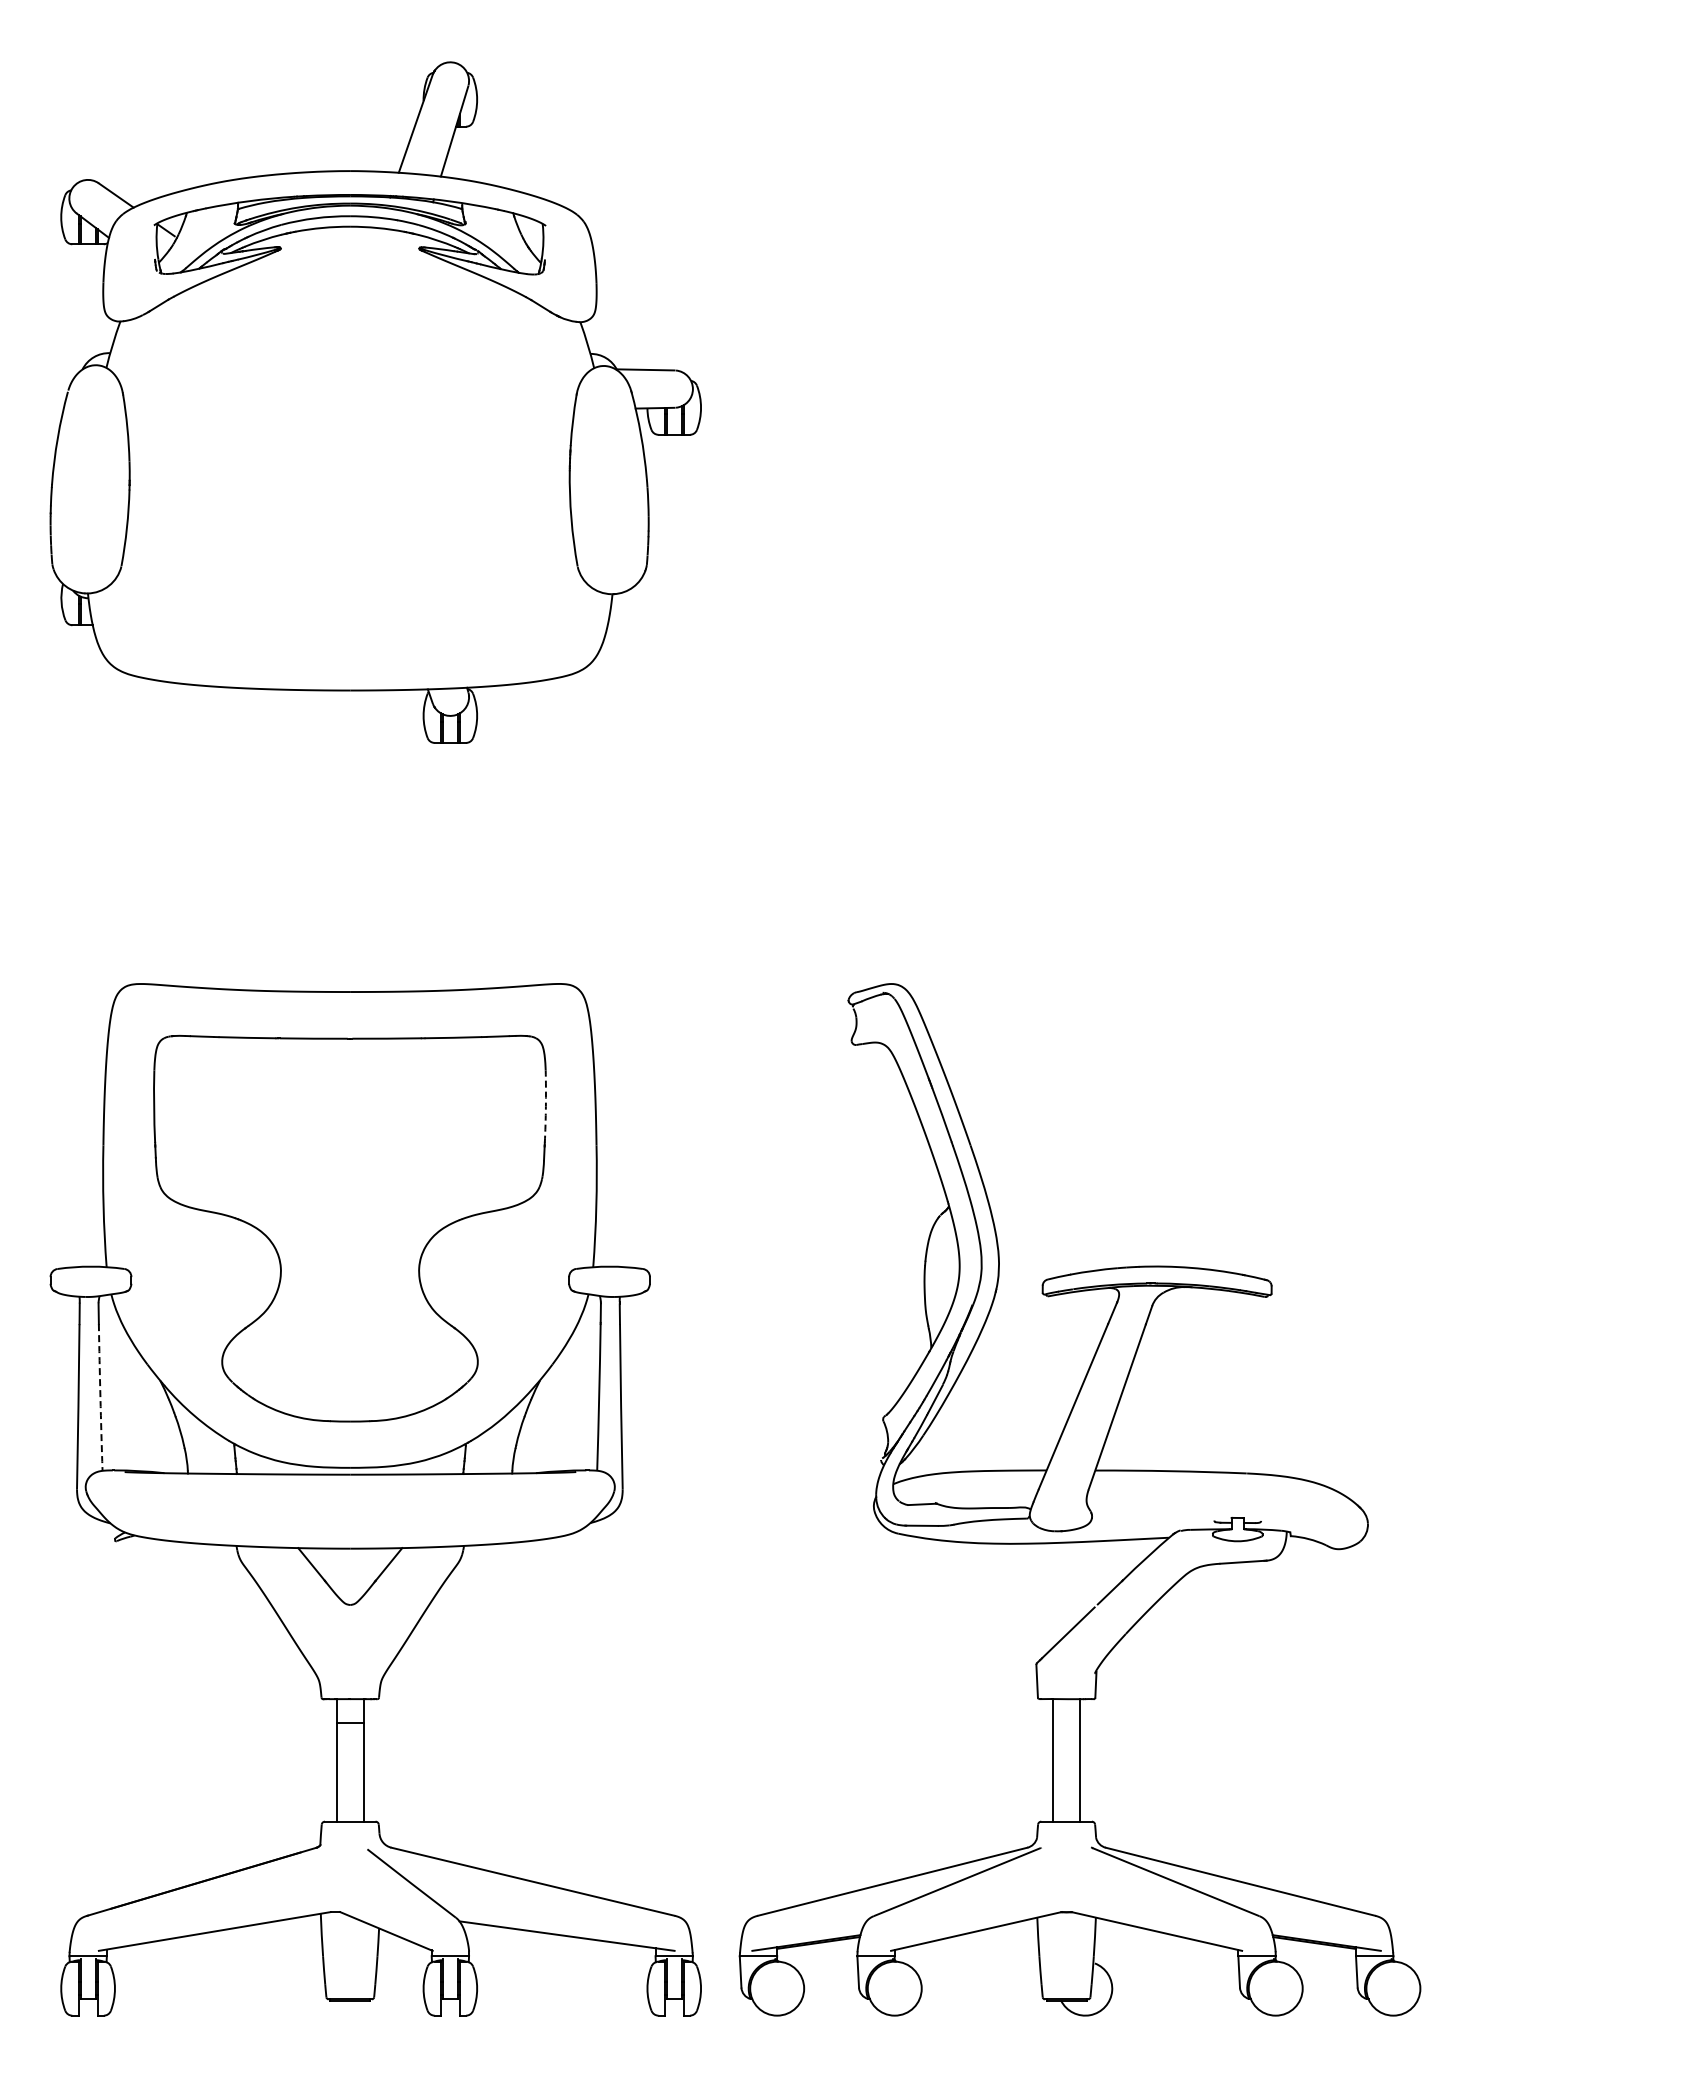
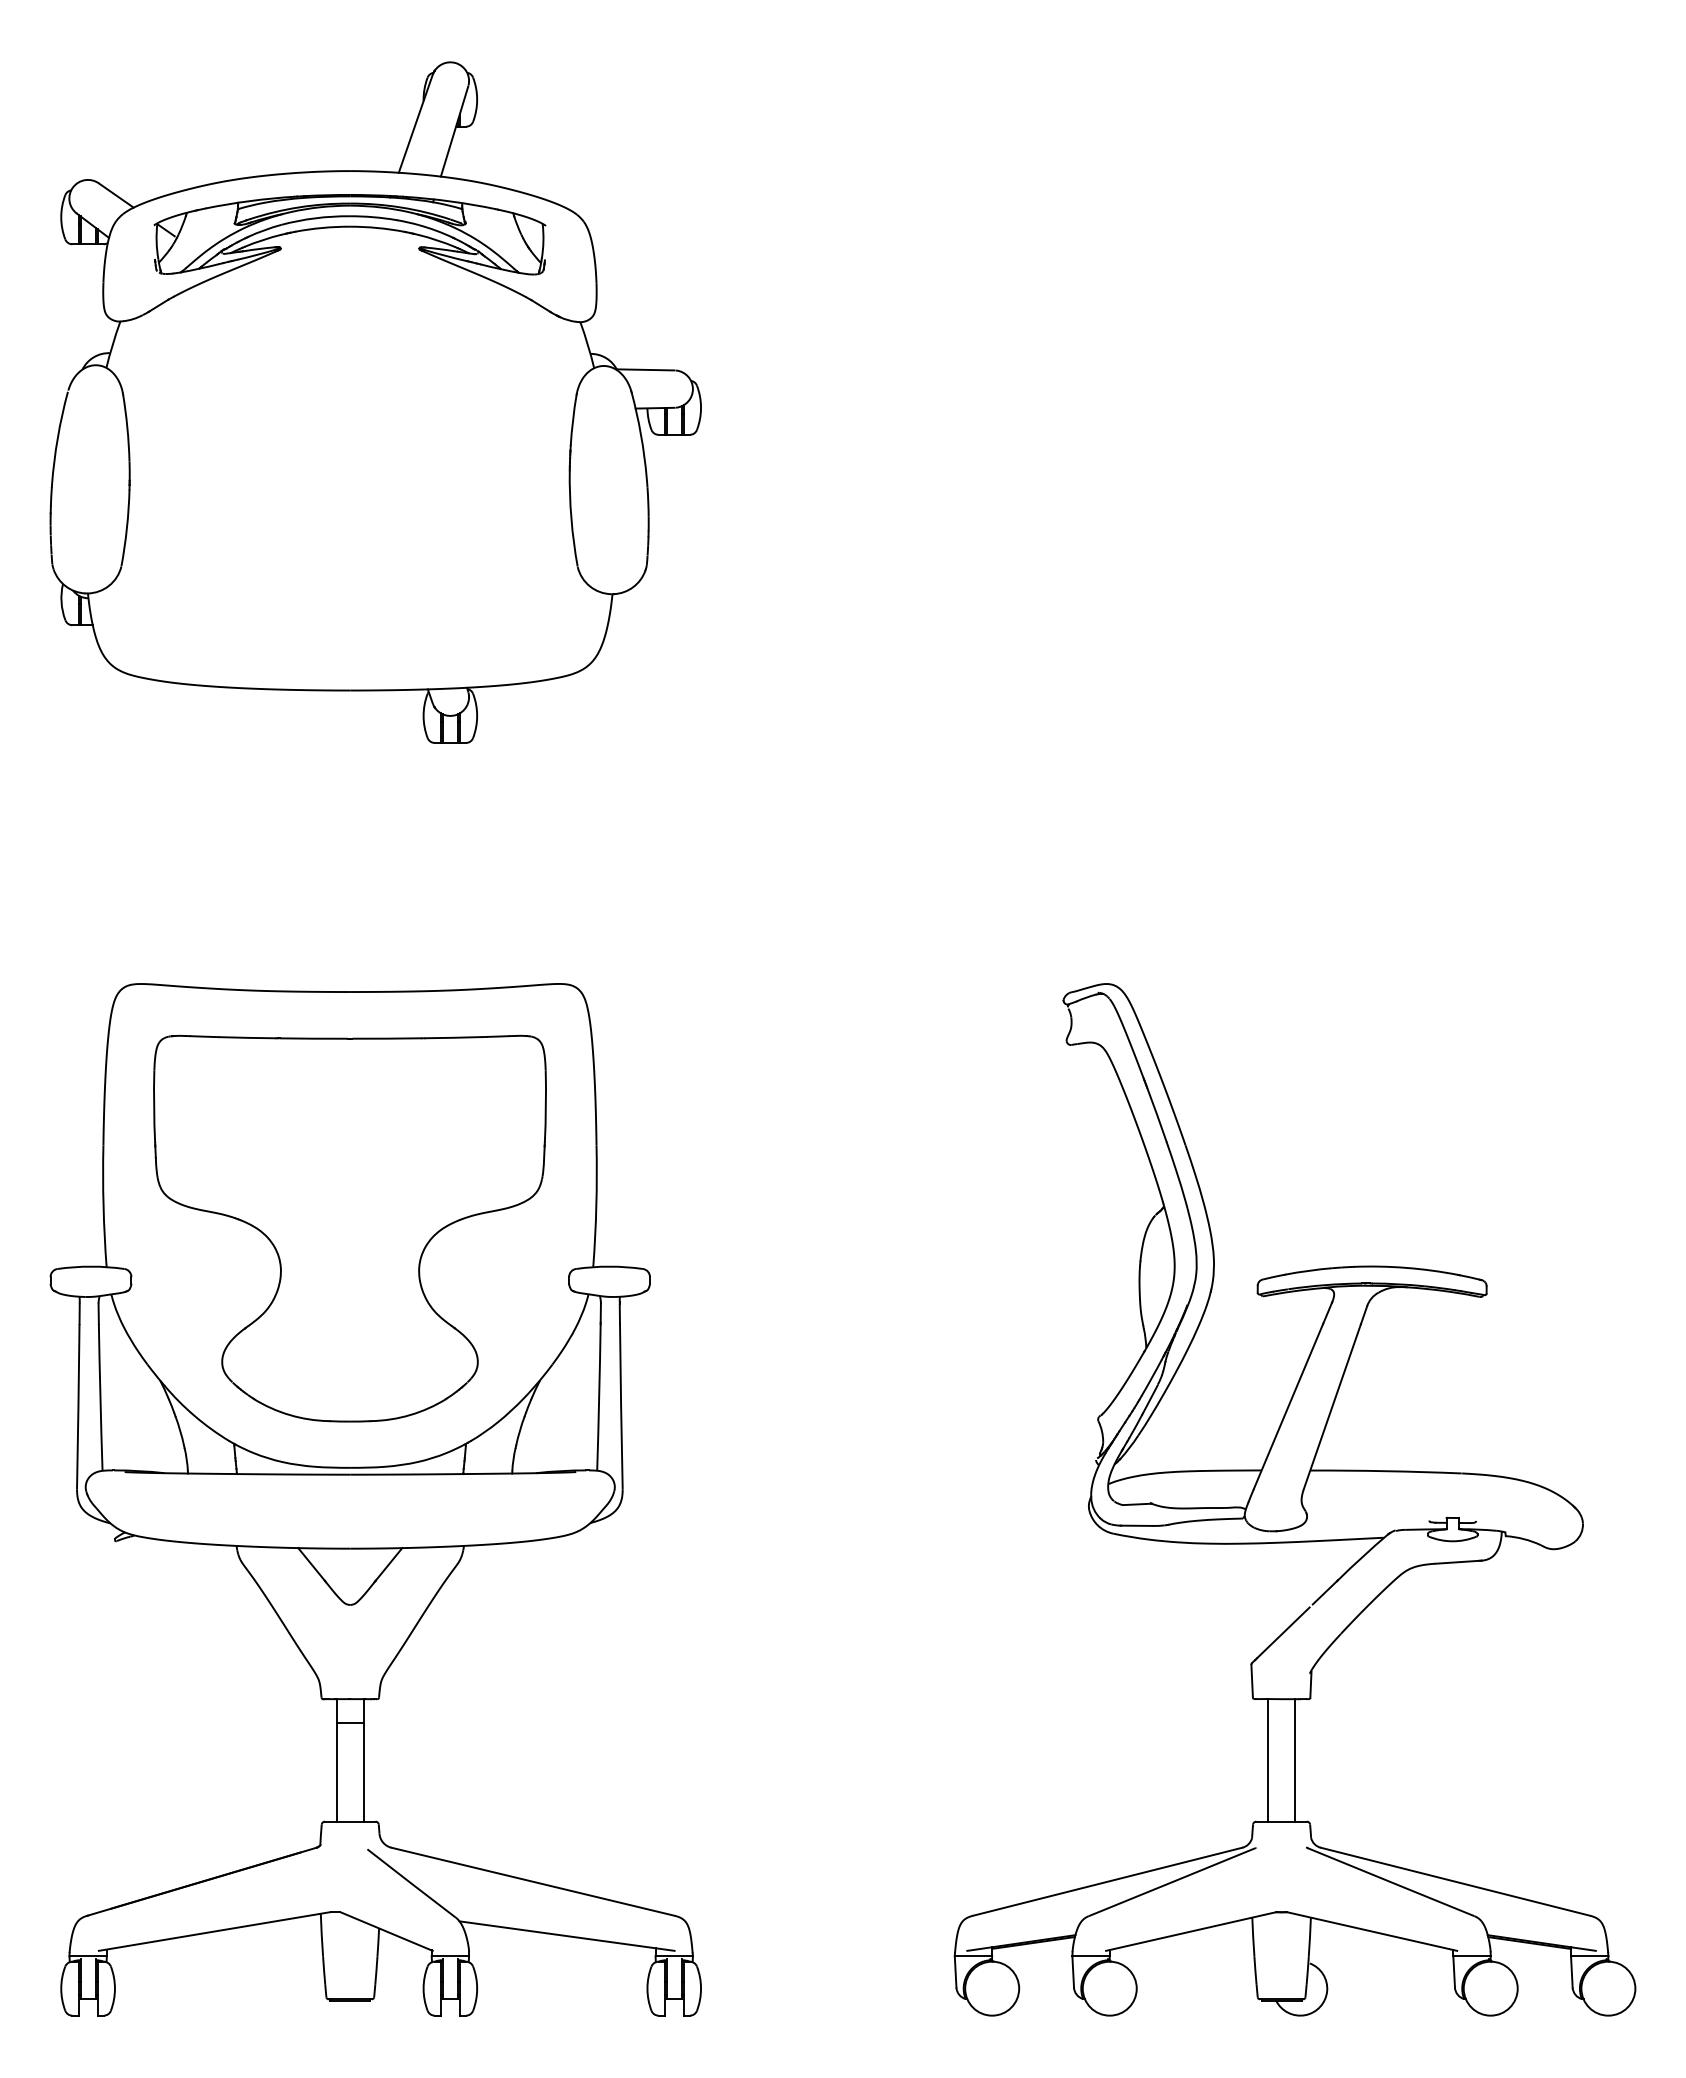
arc at (545, 1106): dashed -> solid
arc at (100, 1397): dashed -> solid
part at (1079, 1499) position: (1079, 1499) -> (1294, 1499)
